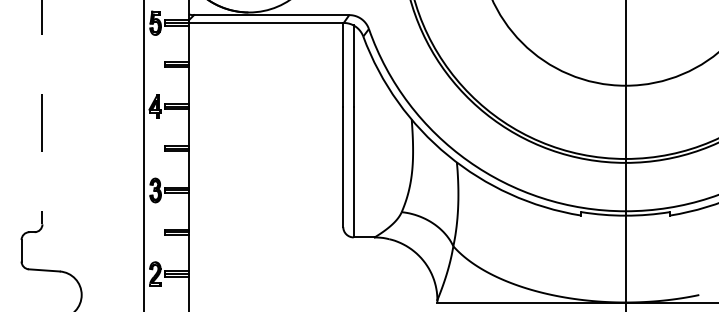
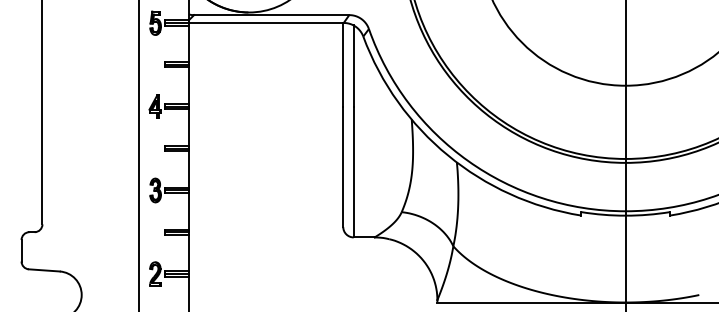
line at (42, 112): dashed -> solid
line at (144, 155) position: (144, 155) -> (139, 155)
